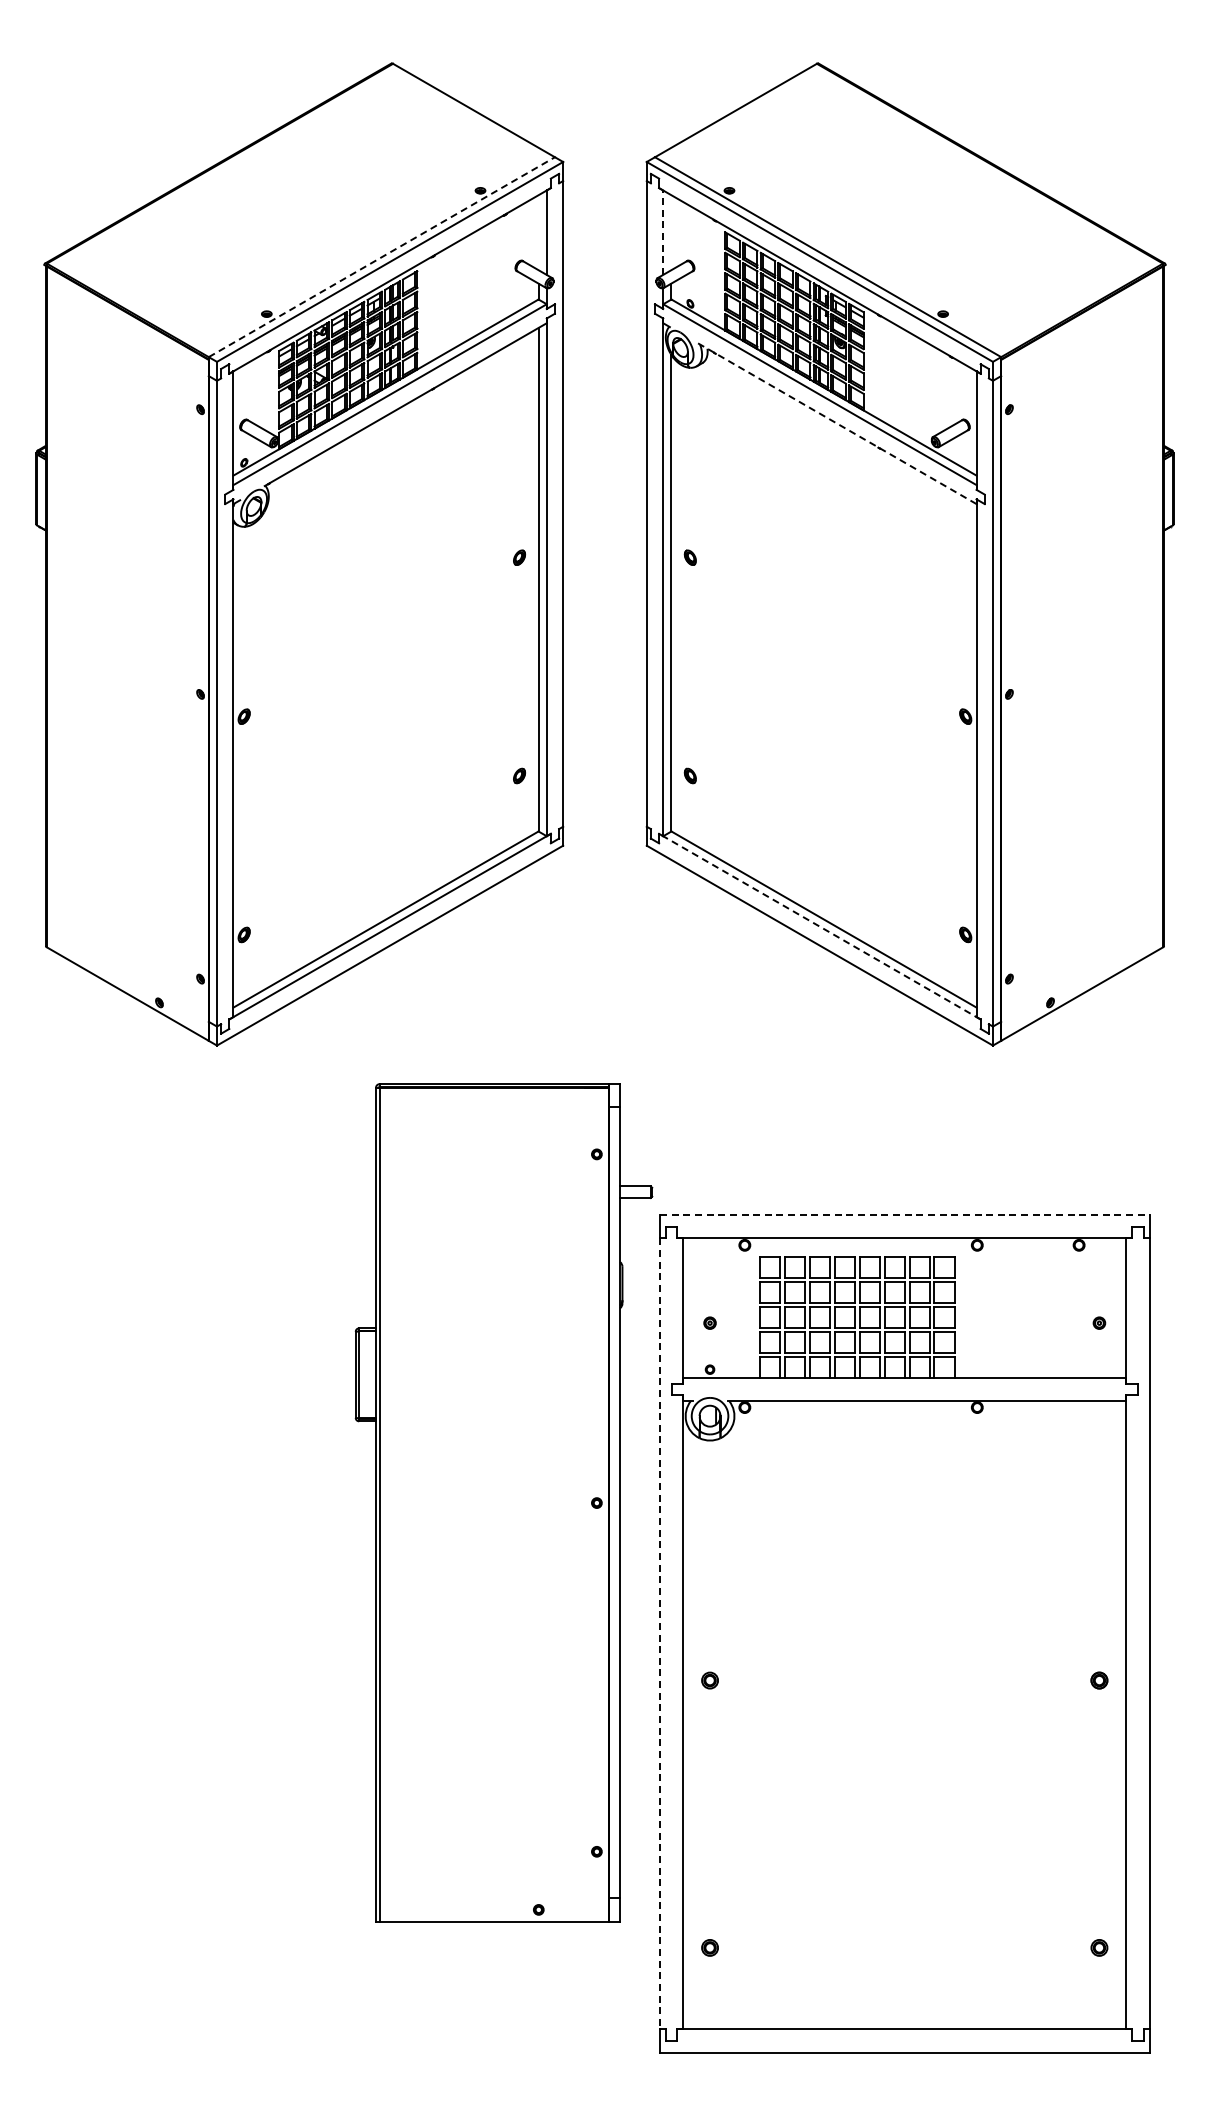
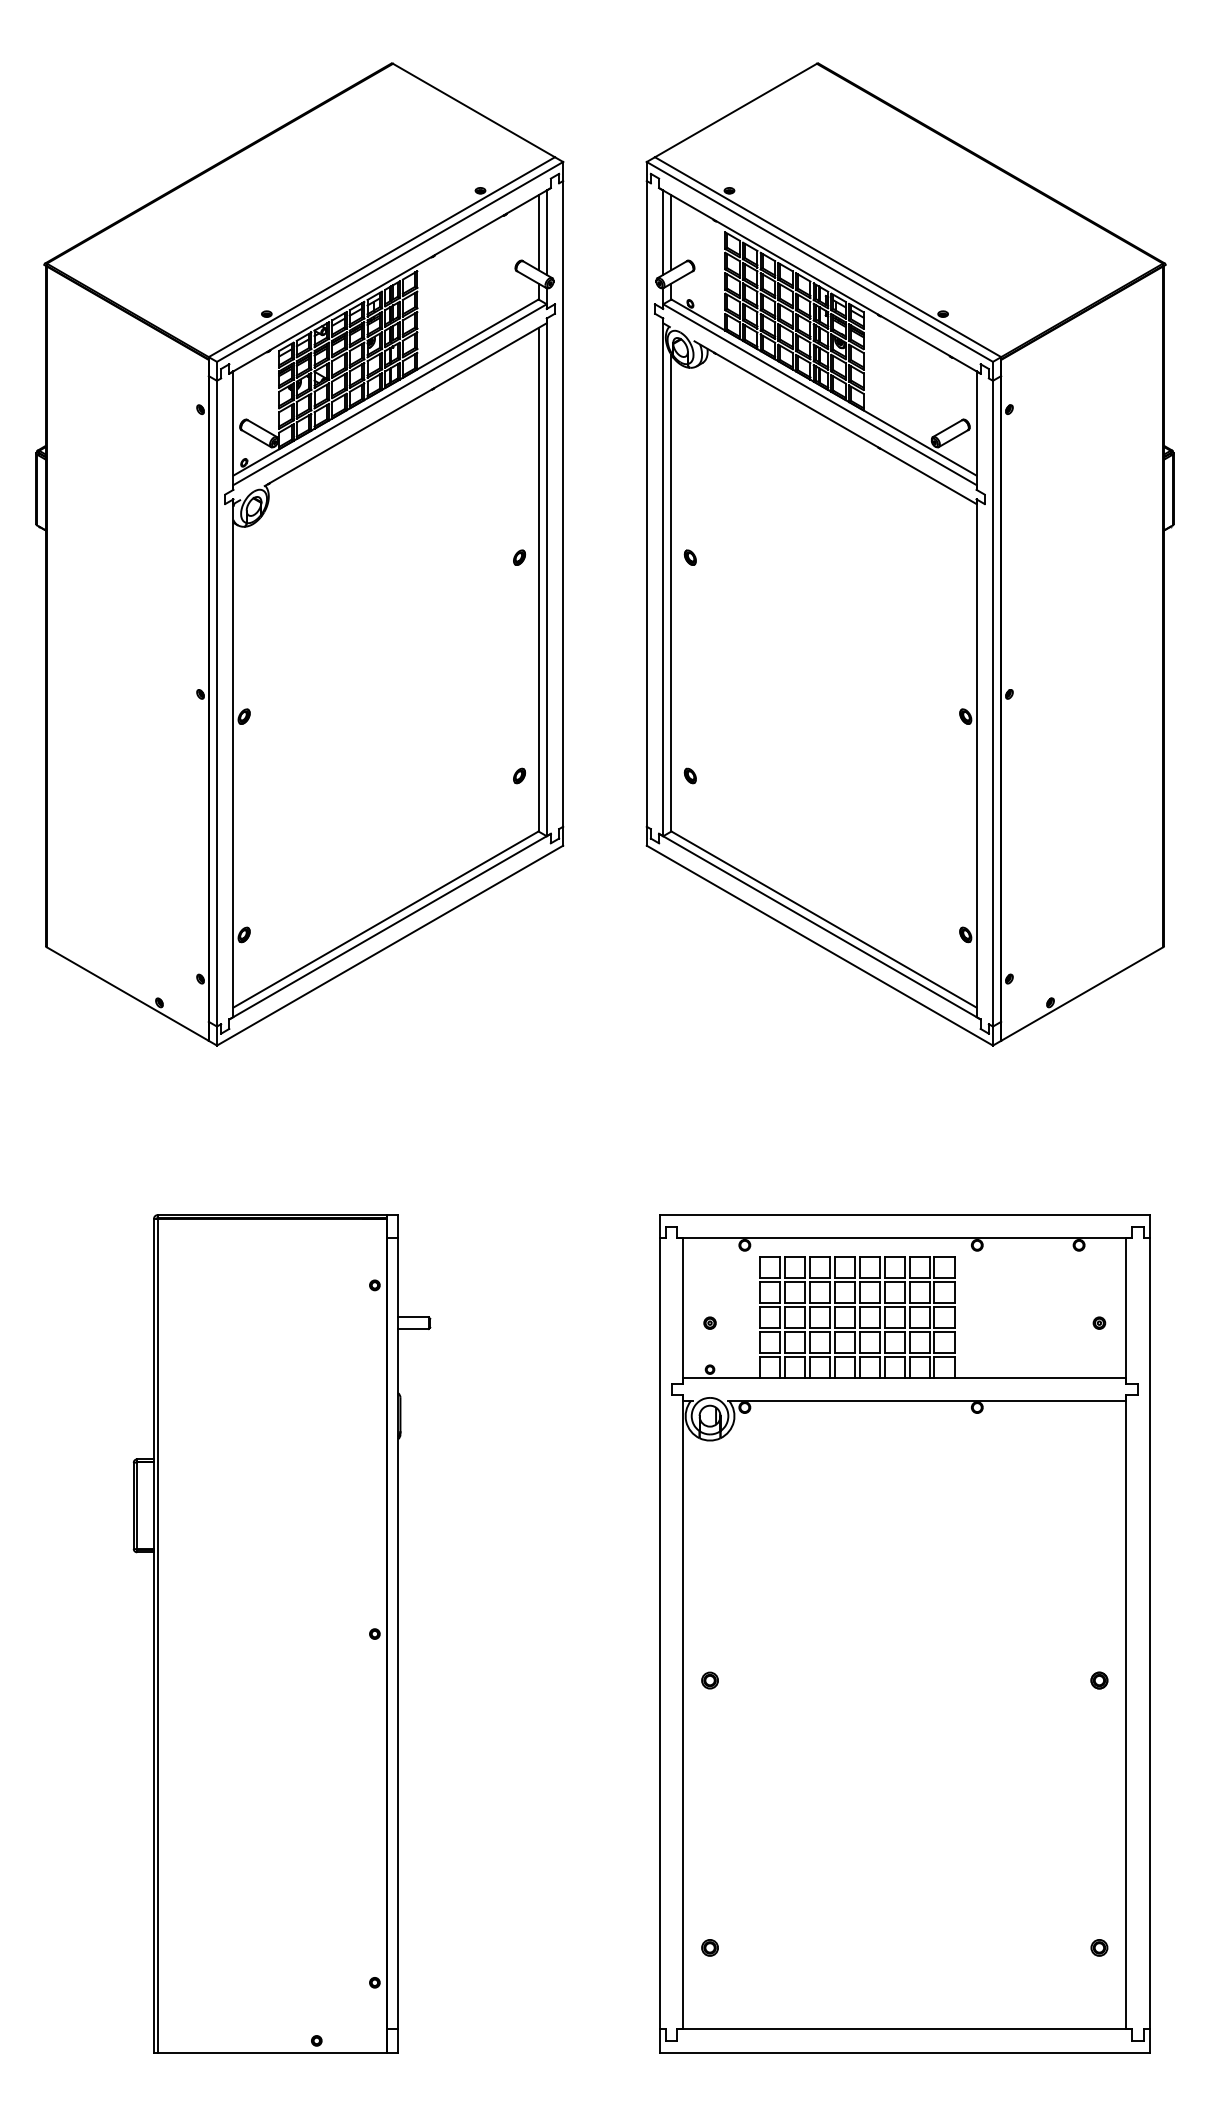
line at (538, 232): none -> present
line at (663, 232): dashed -> solid
line at (671, 232): none -> present
line at (381, 257): dashed -> solid
line at (835, 422): dashed -> solid
line at (819, 926): dashed -> solid
line at (904, 1215): dashed -> solid
part at (503, 1502) position: (503, 1502) -> (281, 1633)
line at (659, 1634): dashed -> solid
